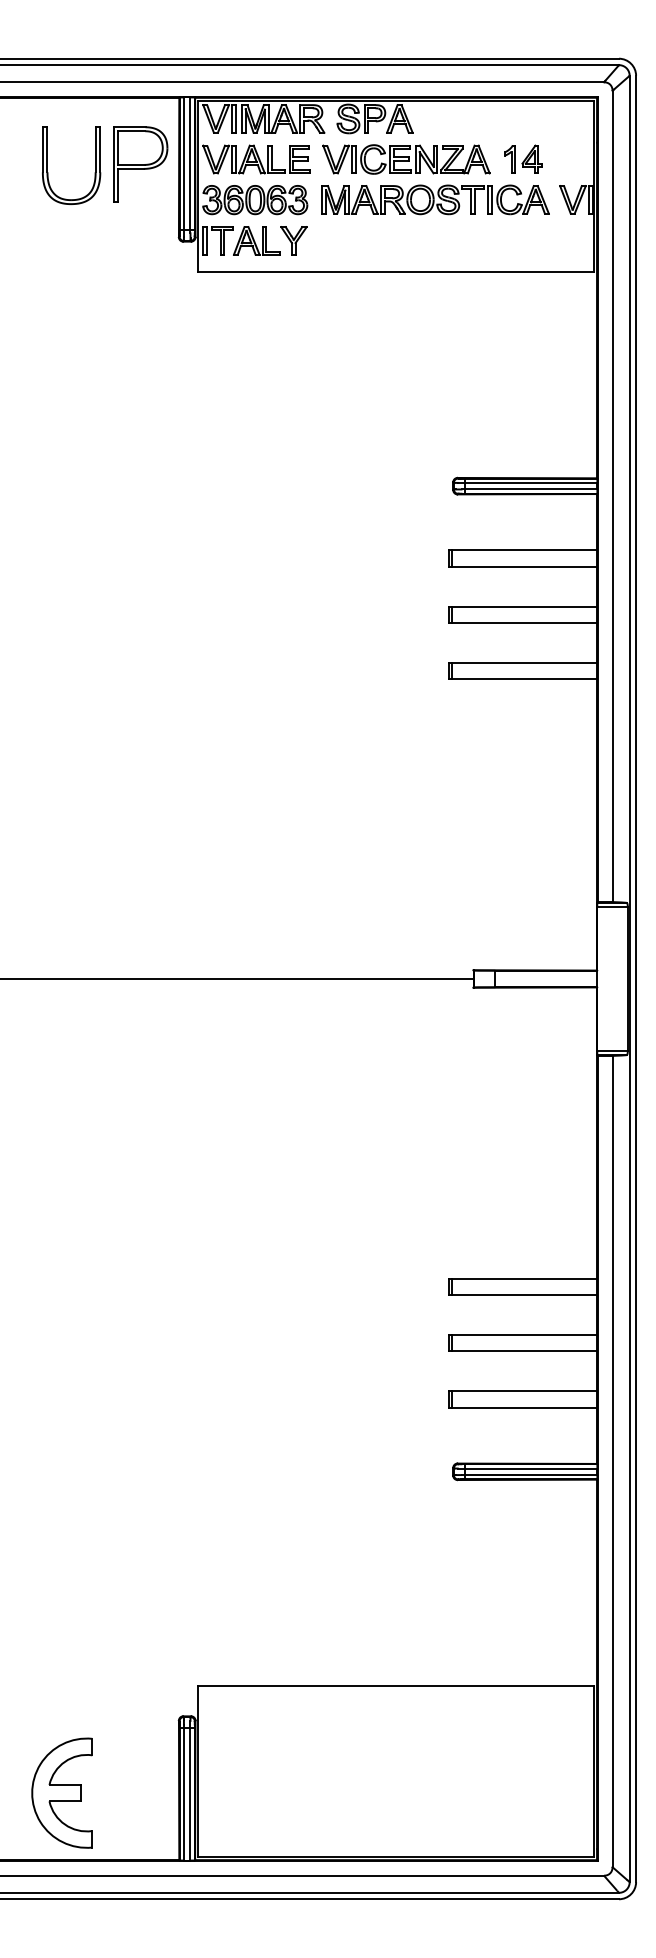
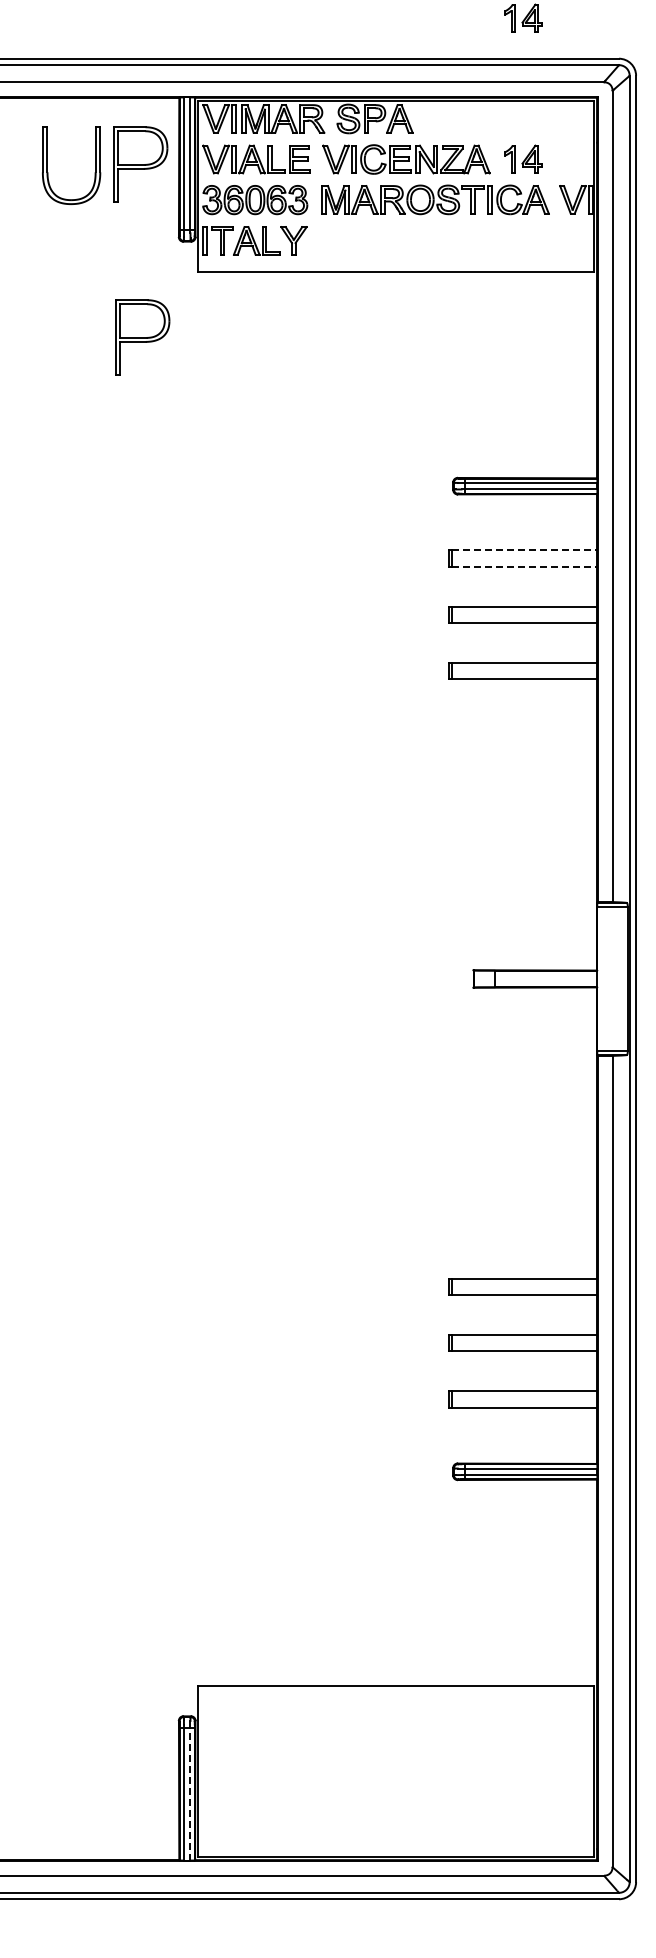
part at (523, 17): none -> present
part at (142, 337): none -> present
line at (524, 550): solid -> dashed
line at (524, 566): solid -> dashed
line at (237, 979): present -> none
part at (61, 1792): present -> none
line at (190, 1793): solid -> dashed
